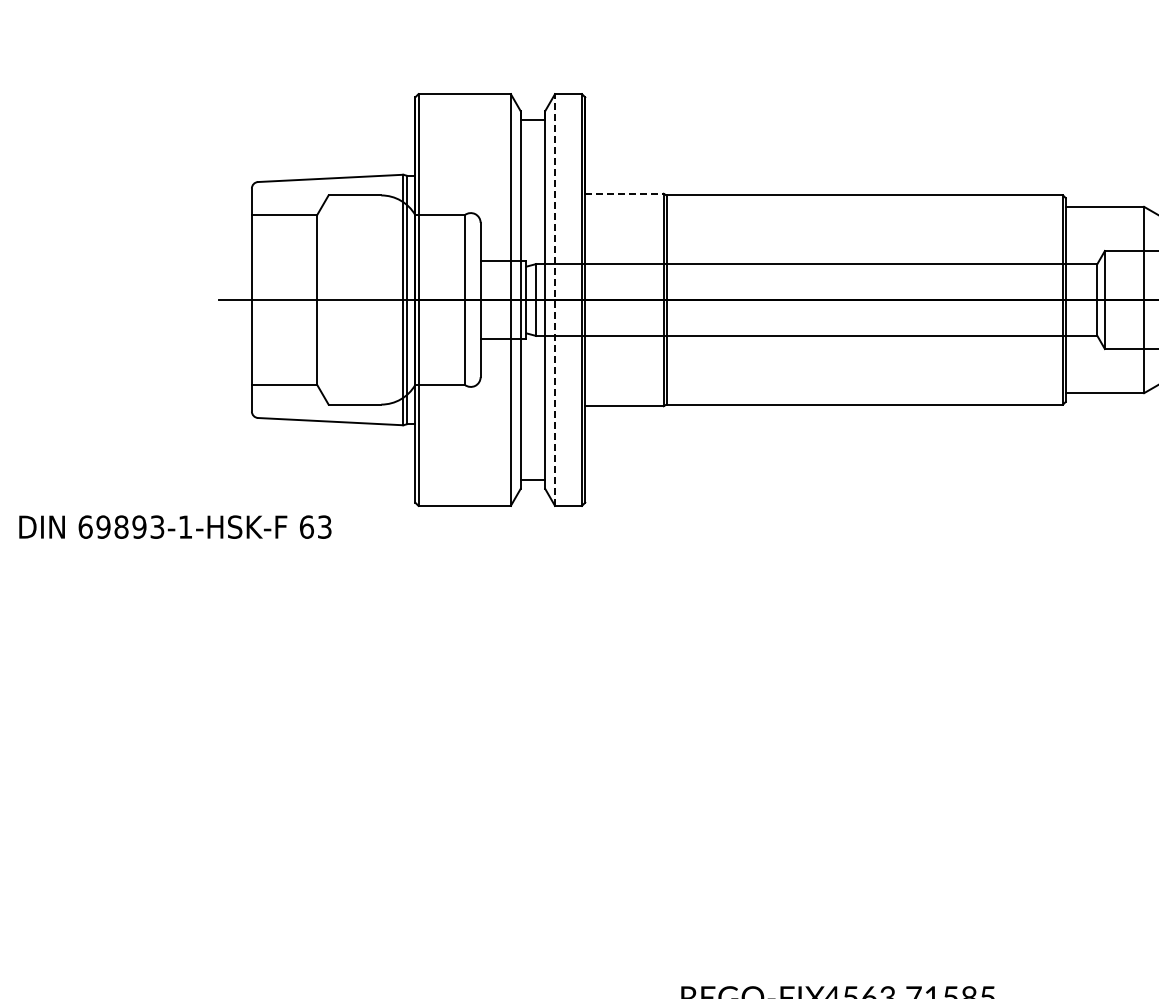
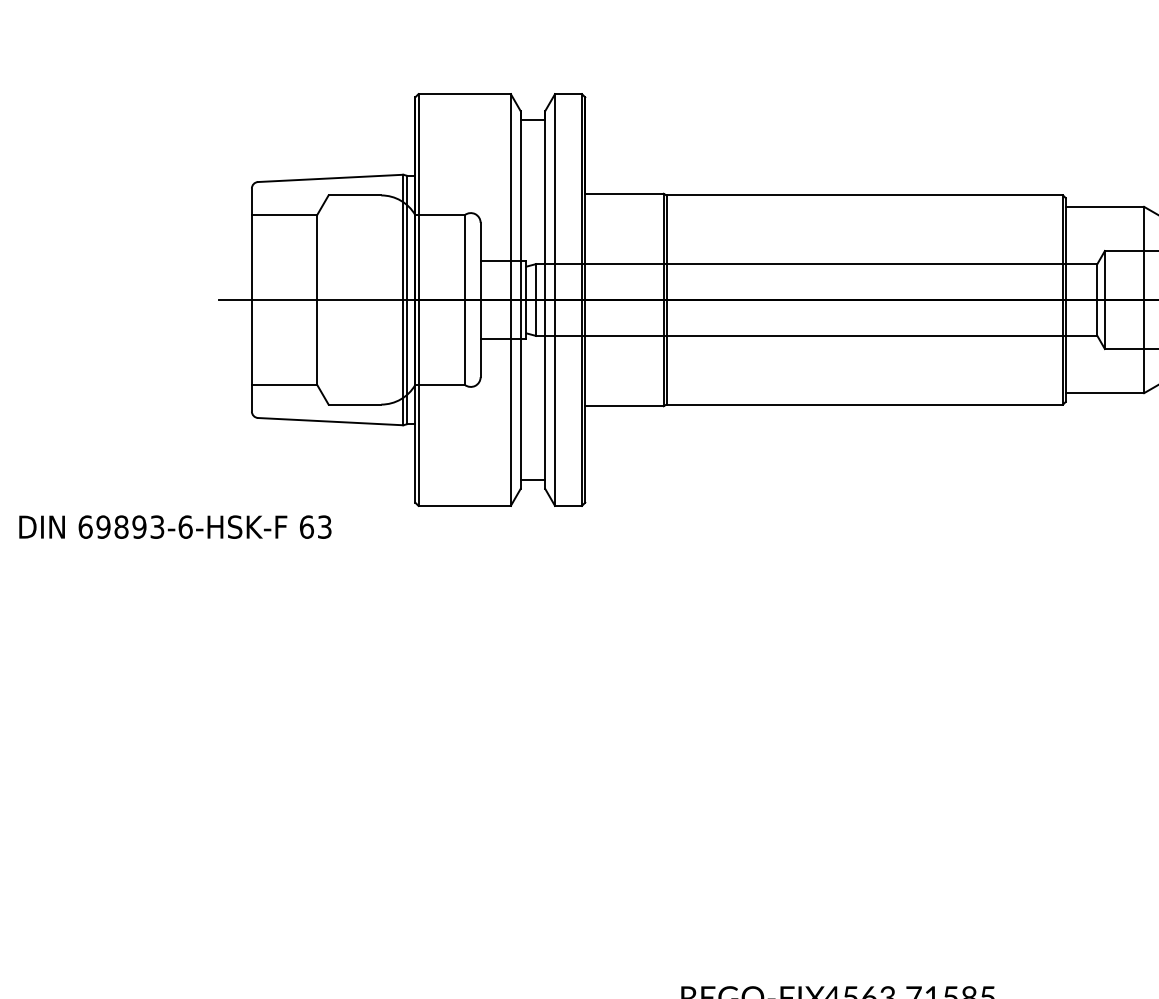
line at (624, 193): dashed -> solid
line at (555, 300): dashed -> solid
text at (185, 526): 69893-1-HSK-F -> 69893-6-HSK-F
